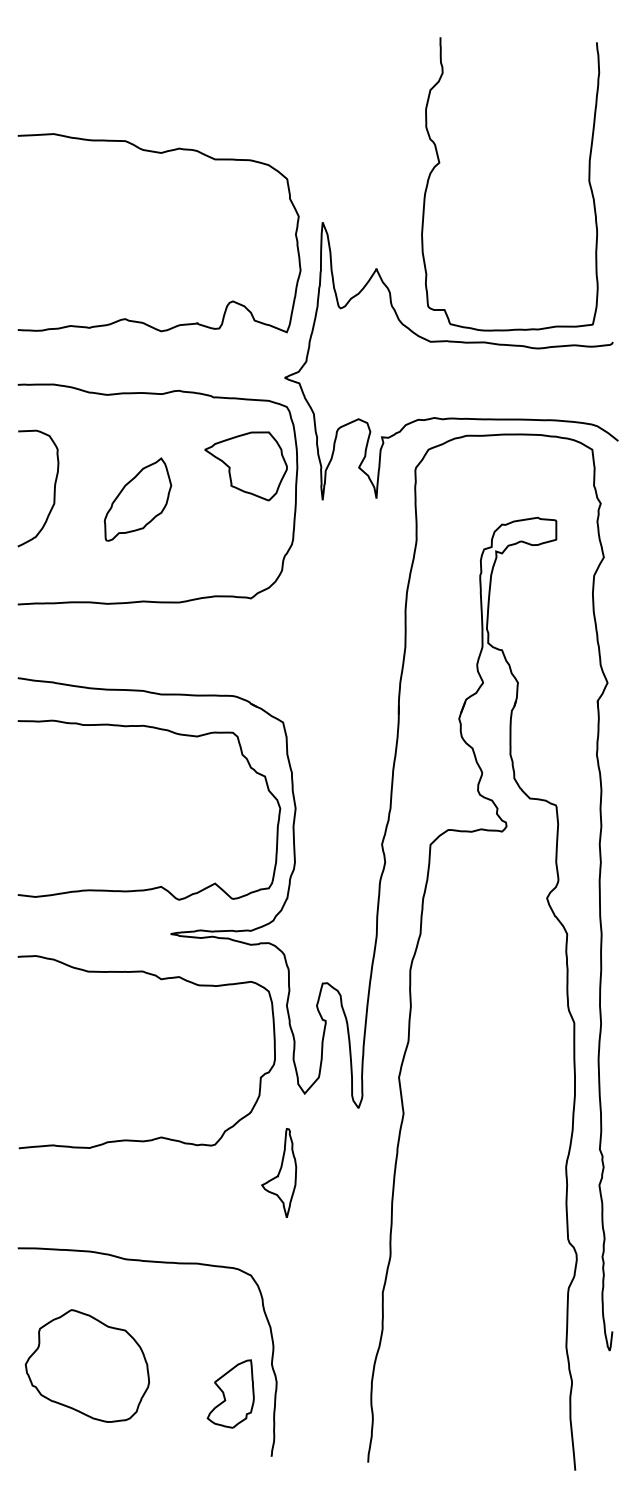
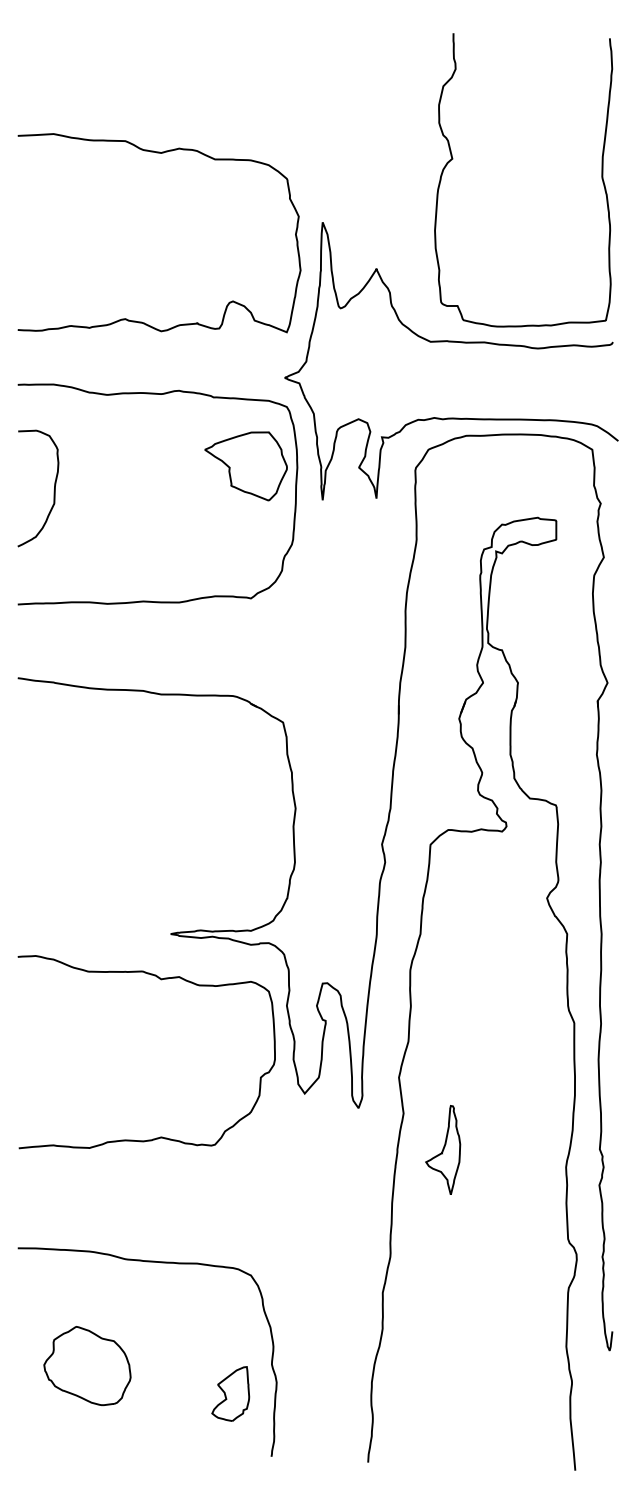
curve at (440, 163) position: (440, 163) -> (453, 159)
part at (137, 499): present -> none
curve at (157, 886): present -> none
part at (279, 1172) position: (279, 1172) -> (443, 1149)
part at (87, 1365) size: 127x114 px -> 89x81 px
part at (230, 1393) size: 49x70 px -> 40x56 px
